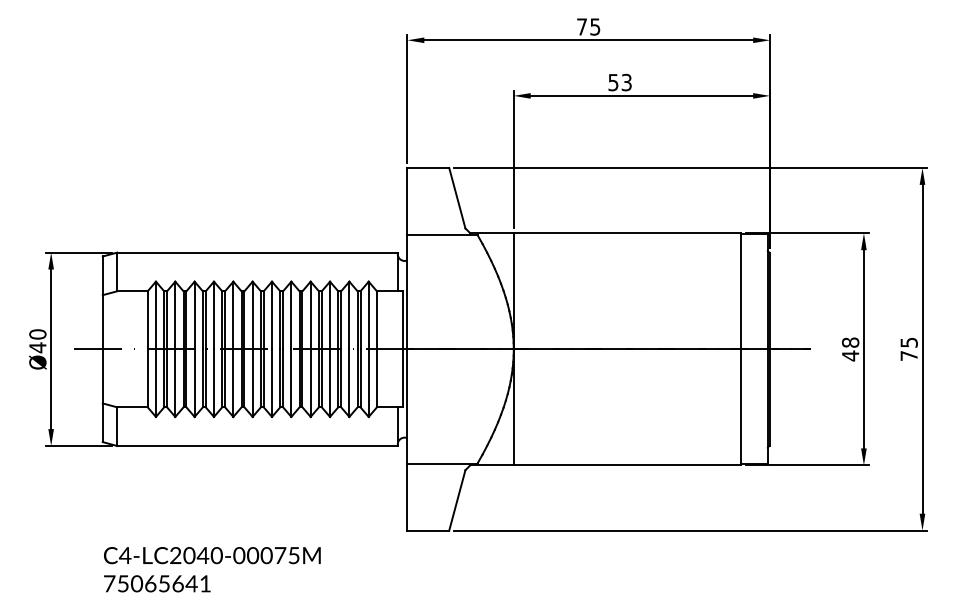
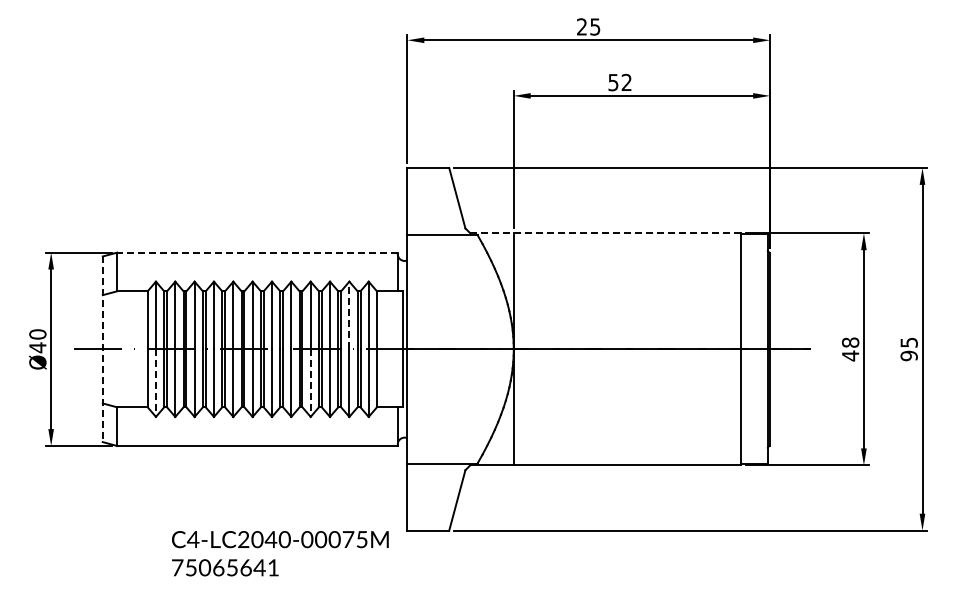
text at (581, 26): 75 -> 25
text at (626, 82): 53 -> 52
line at (605, 233): solid -> dashed
line at (257, 252): solid -> dashed
line at (349, 315): solid -> dashed
line at (102, 349): solid -> dashed
text at (908, 355): 75 -> 95
line at (155, 383): solid -> dashed
line at (310, 383): solid -> dashed
text at (212, 569) position: (212, 569) -> (280, 553)
